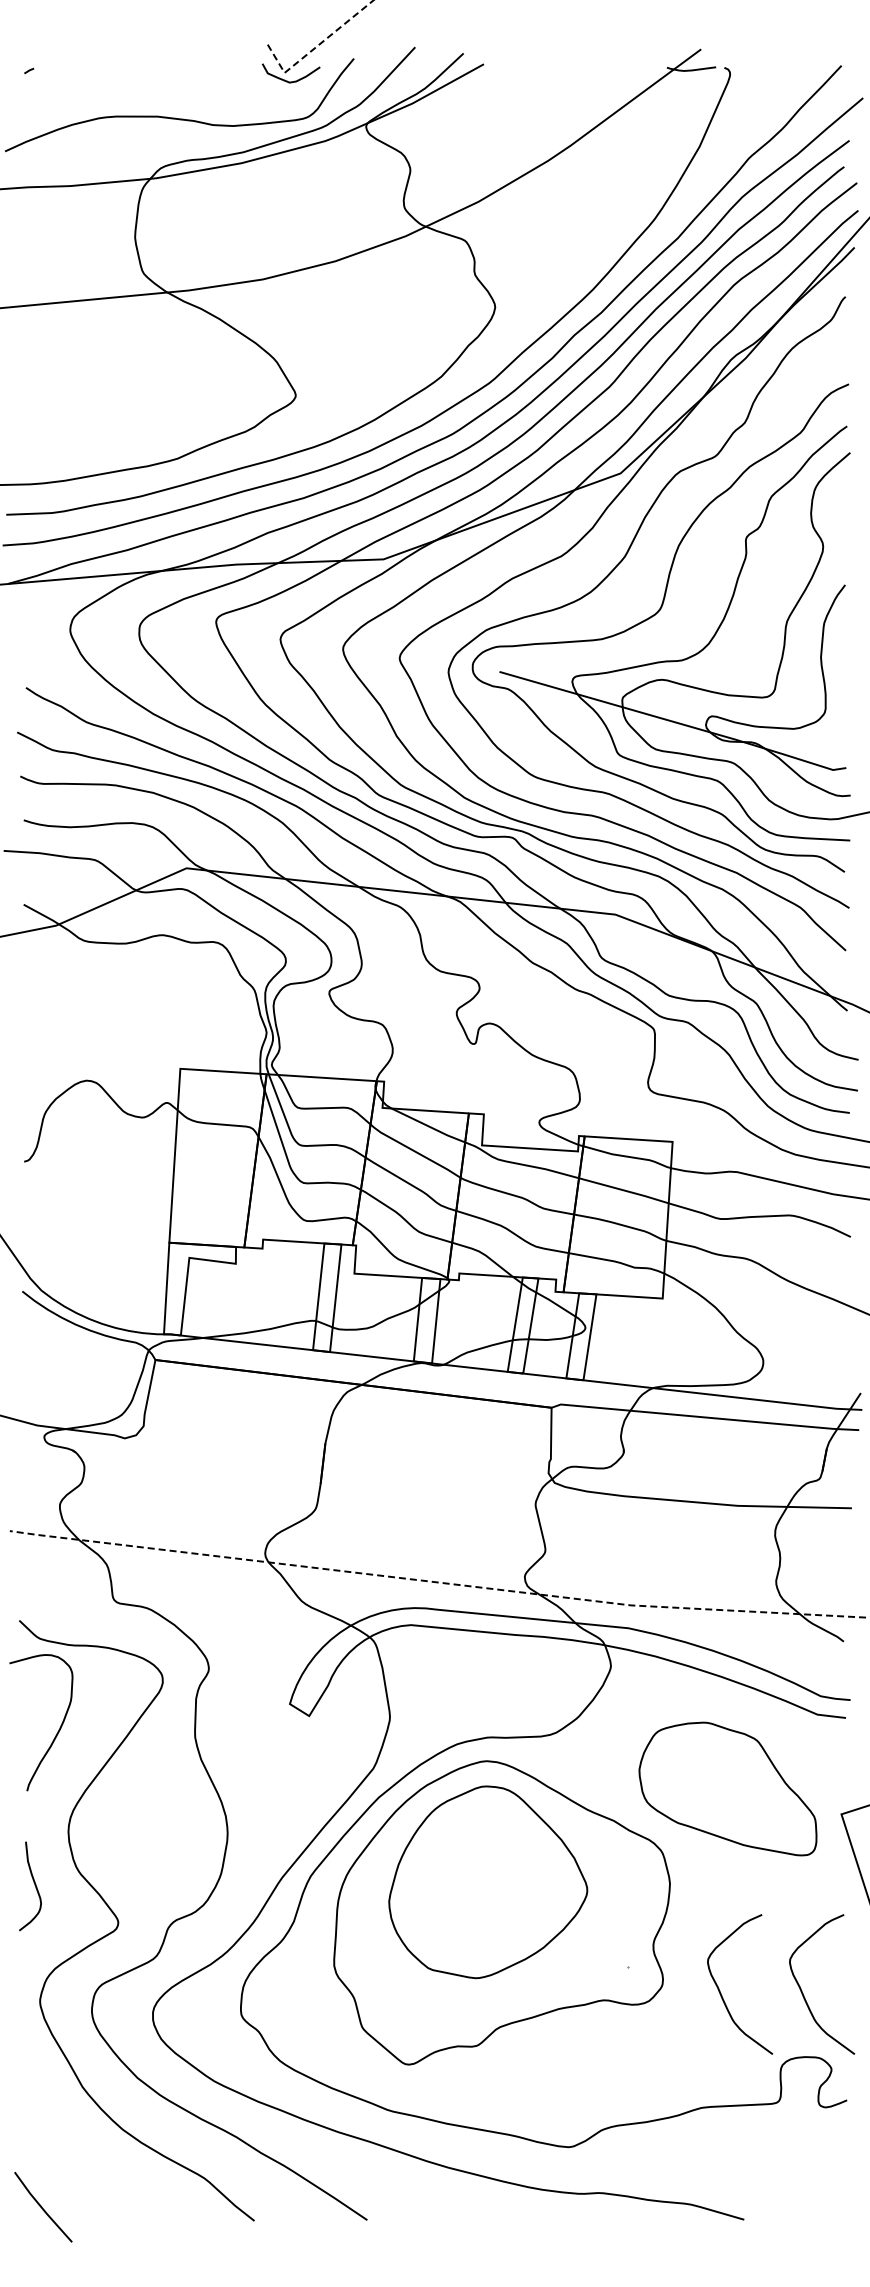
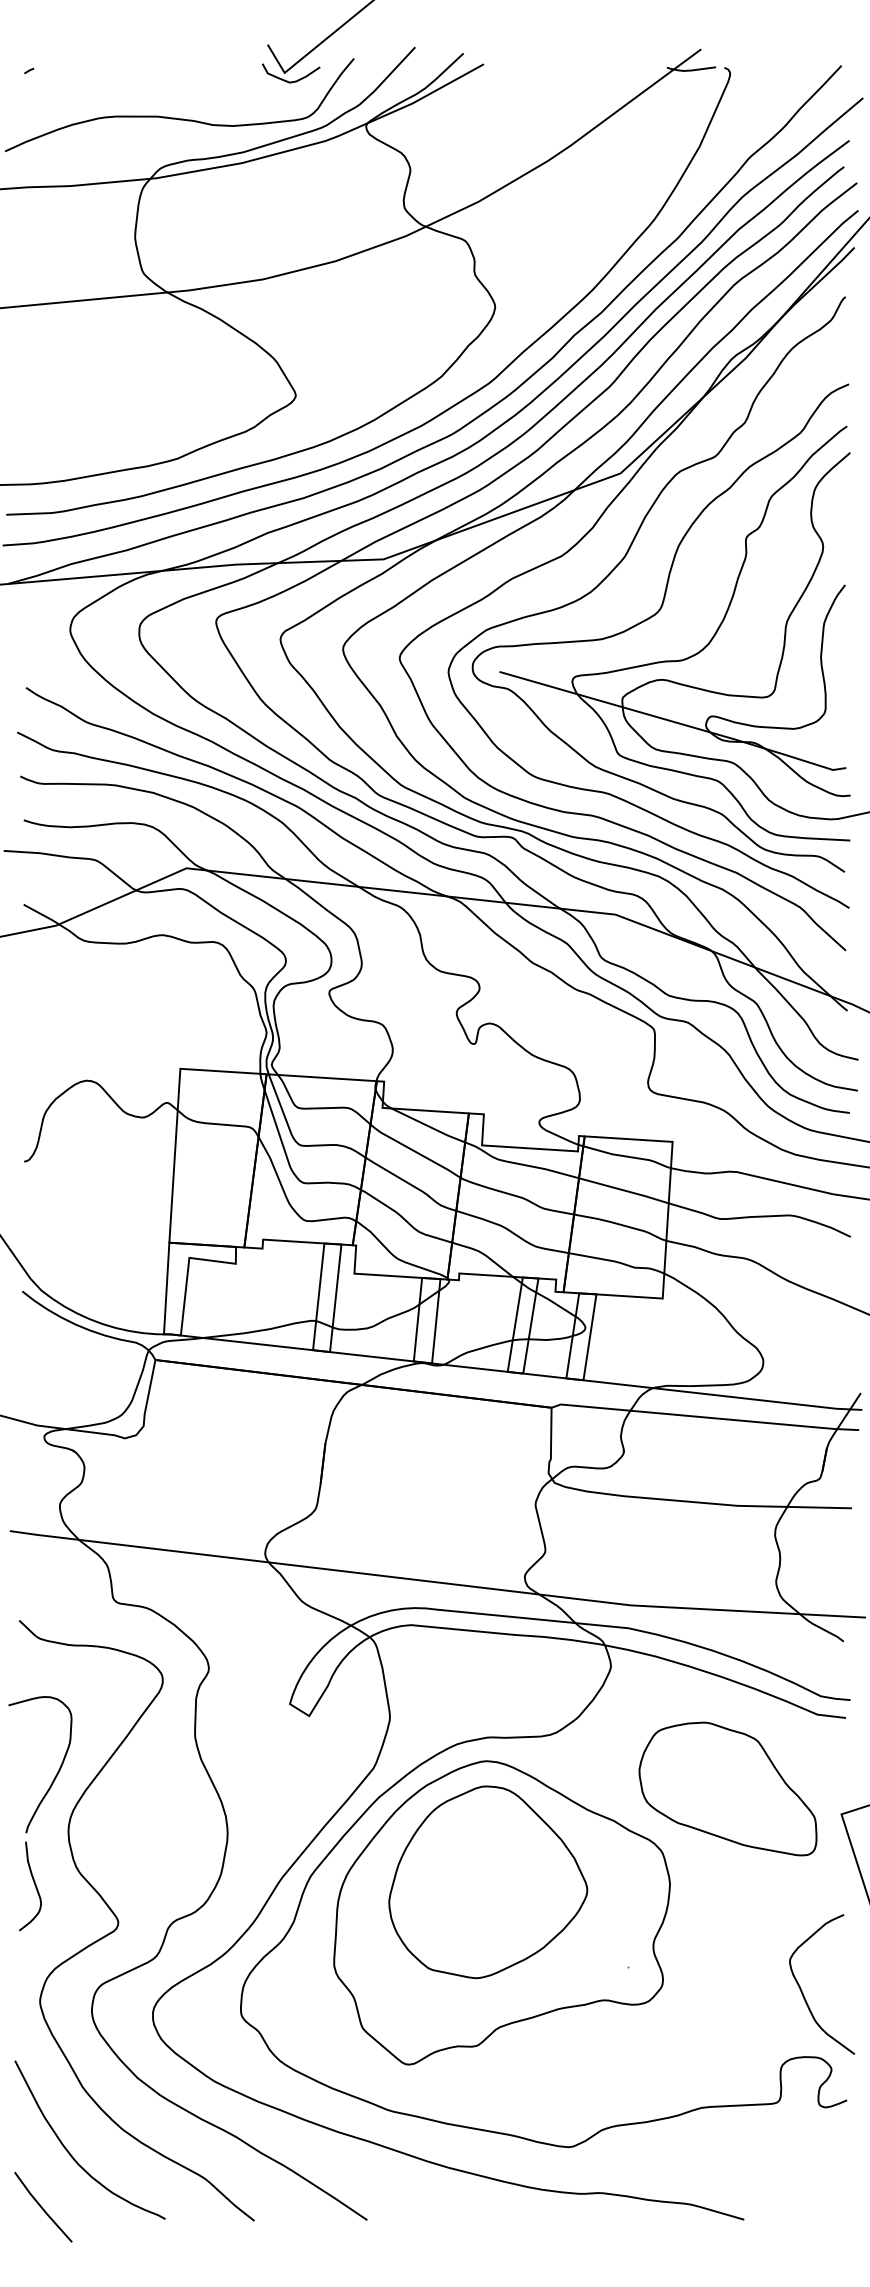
line at (316, 47): dashed -> solid
line at (436, 1582): dashed -> solid
curve at (57, 1731) position: (57, 1731) -> (56, 1773)
curve at (720, 1990): present -> none
curve at (69, 2151): none -> present
